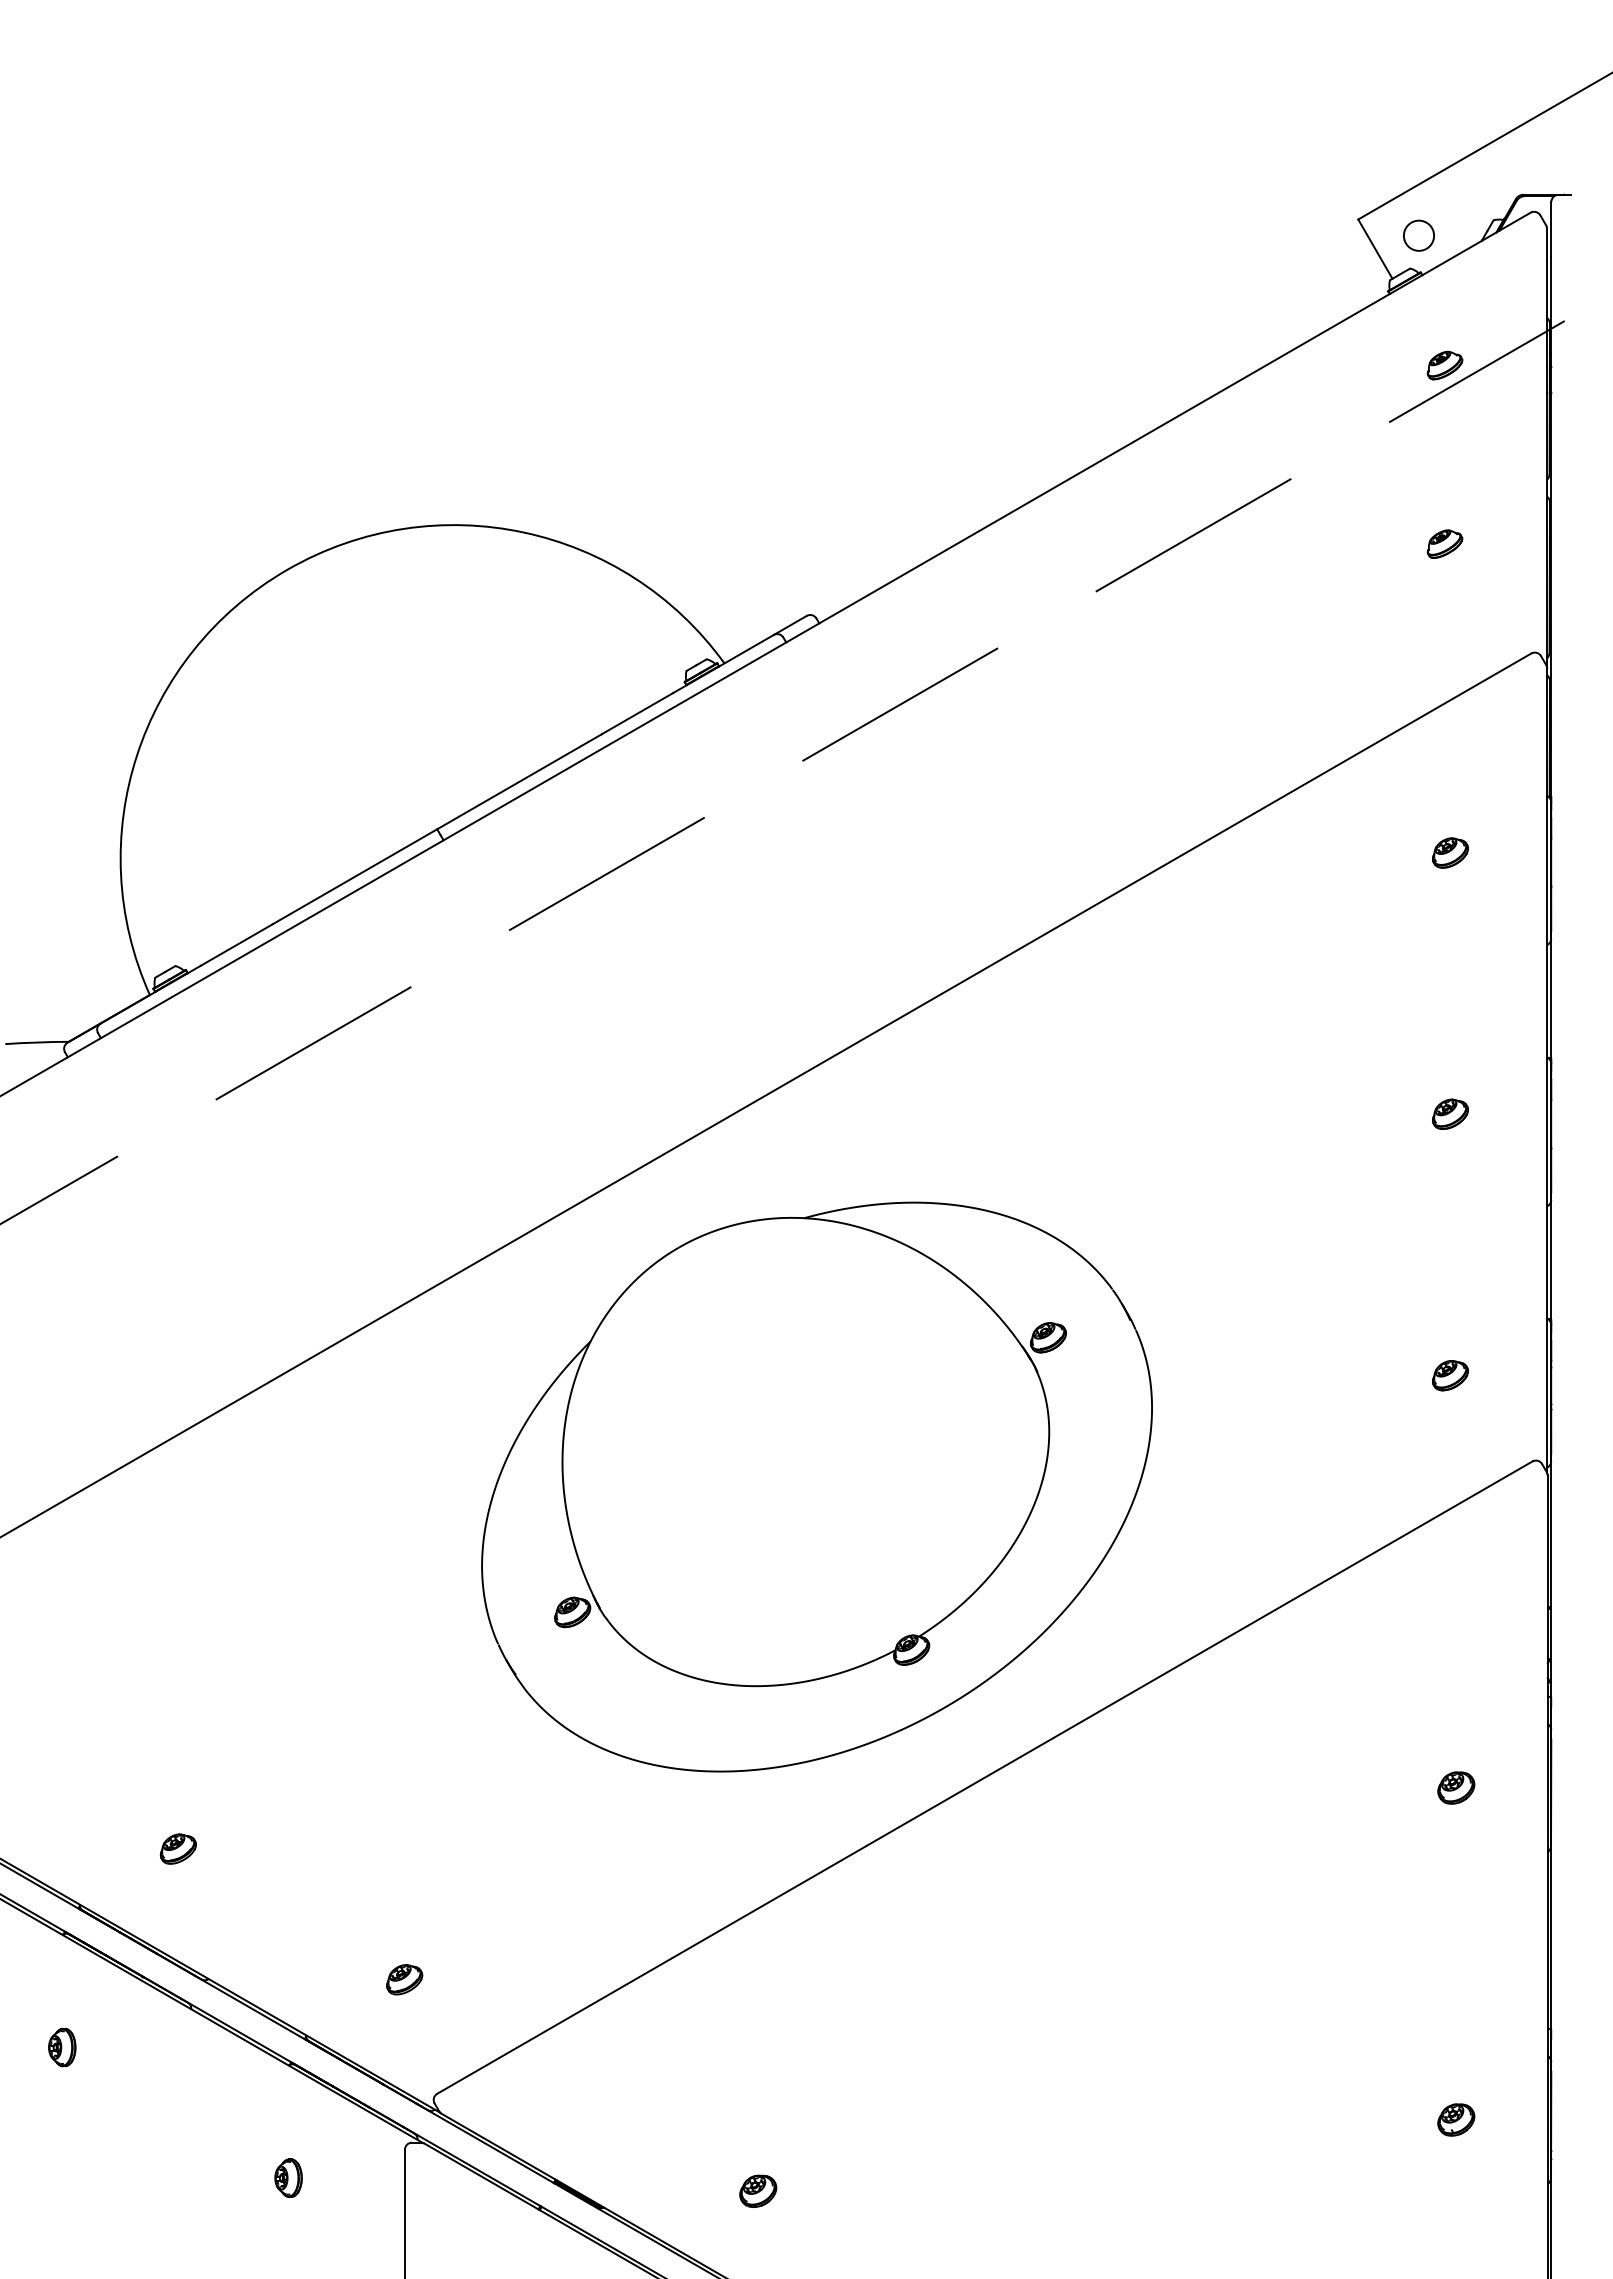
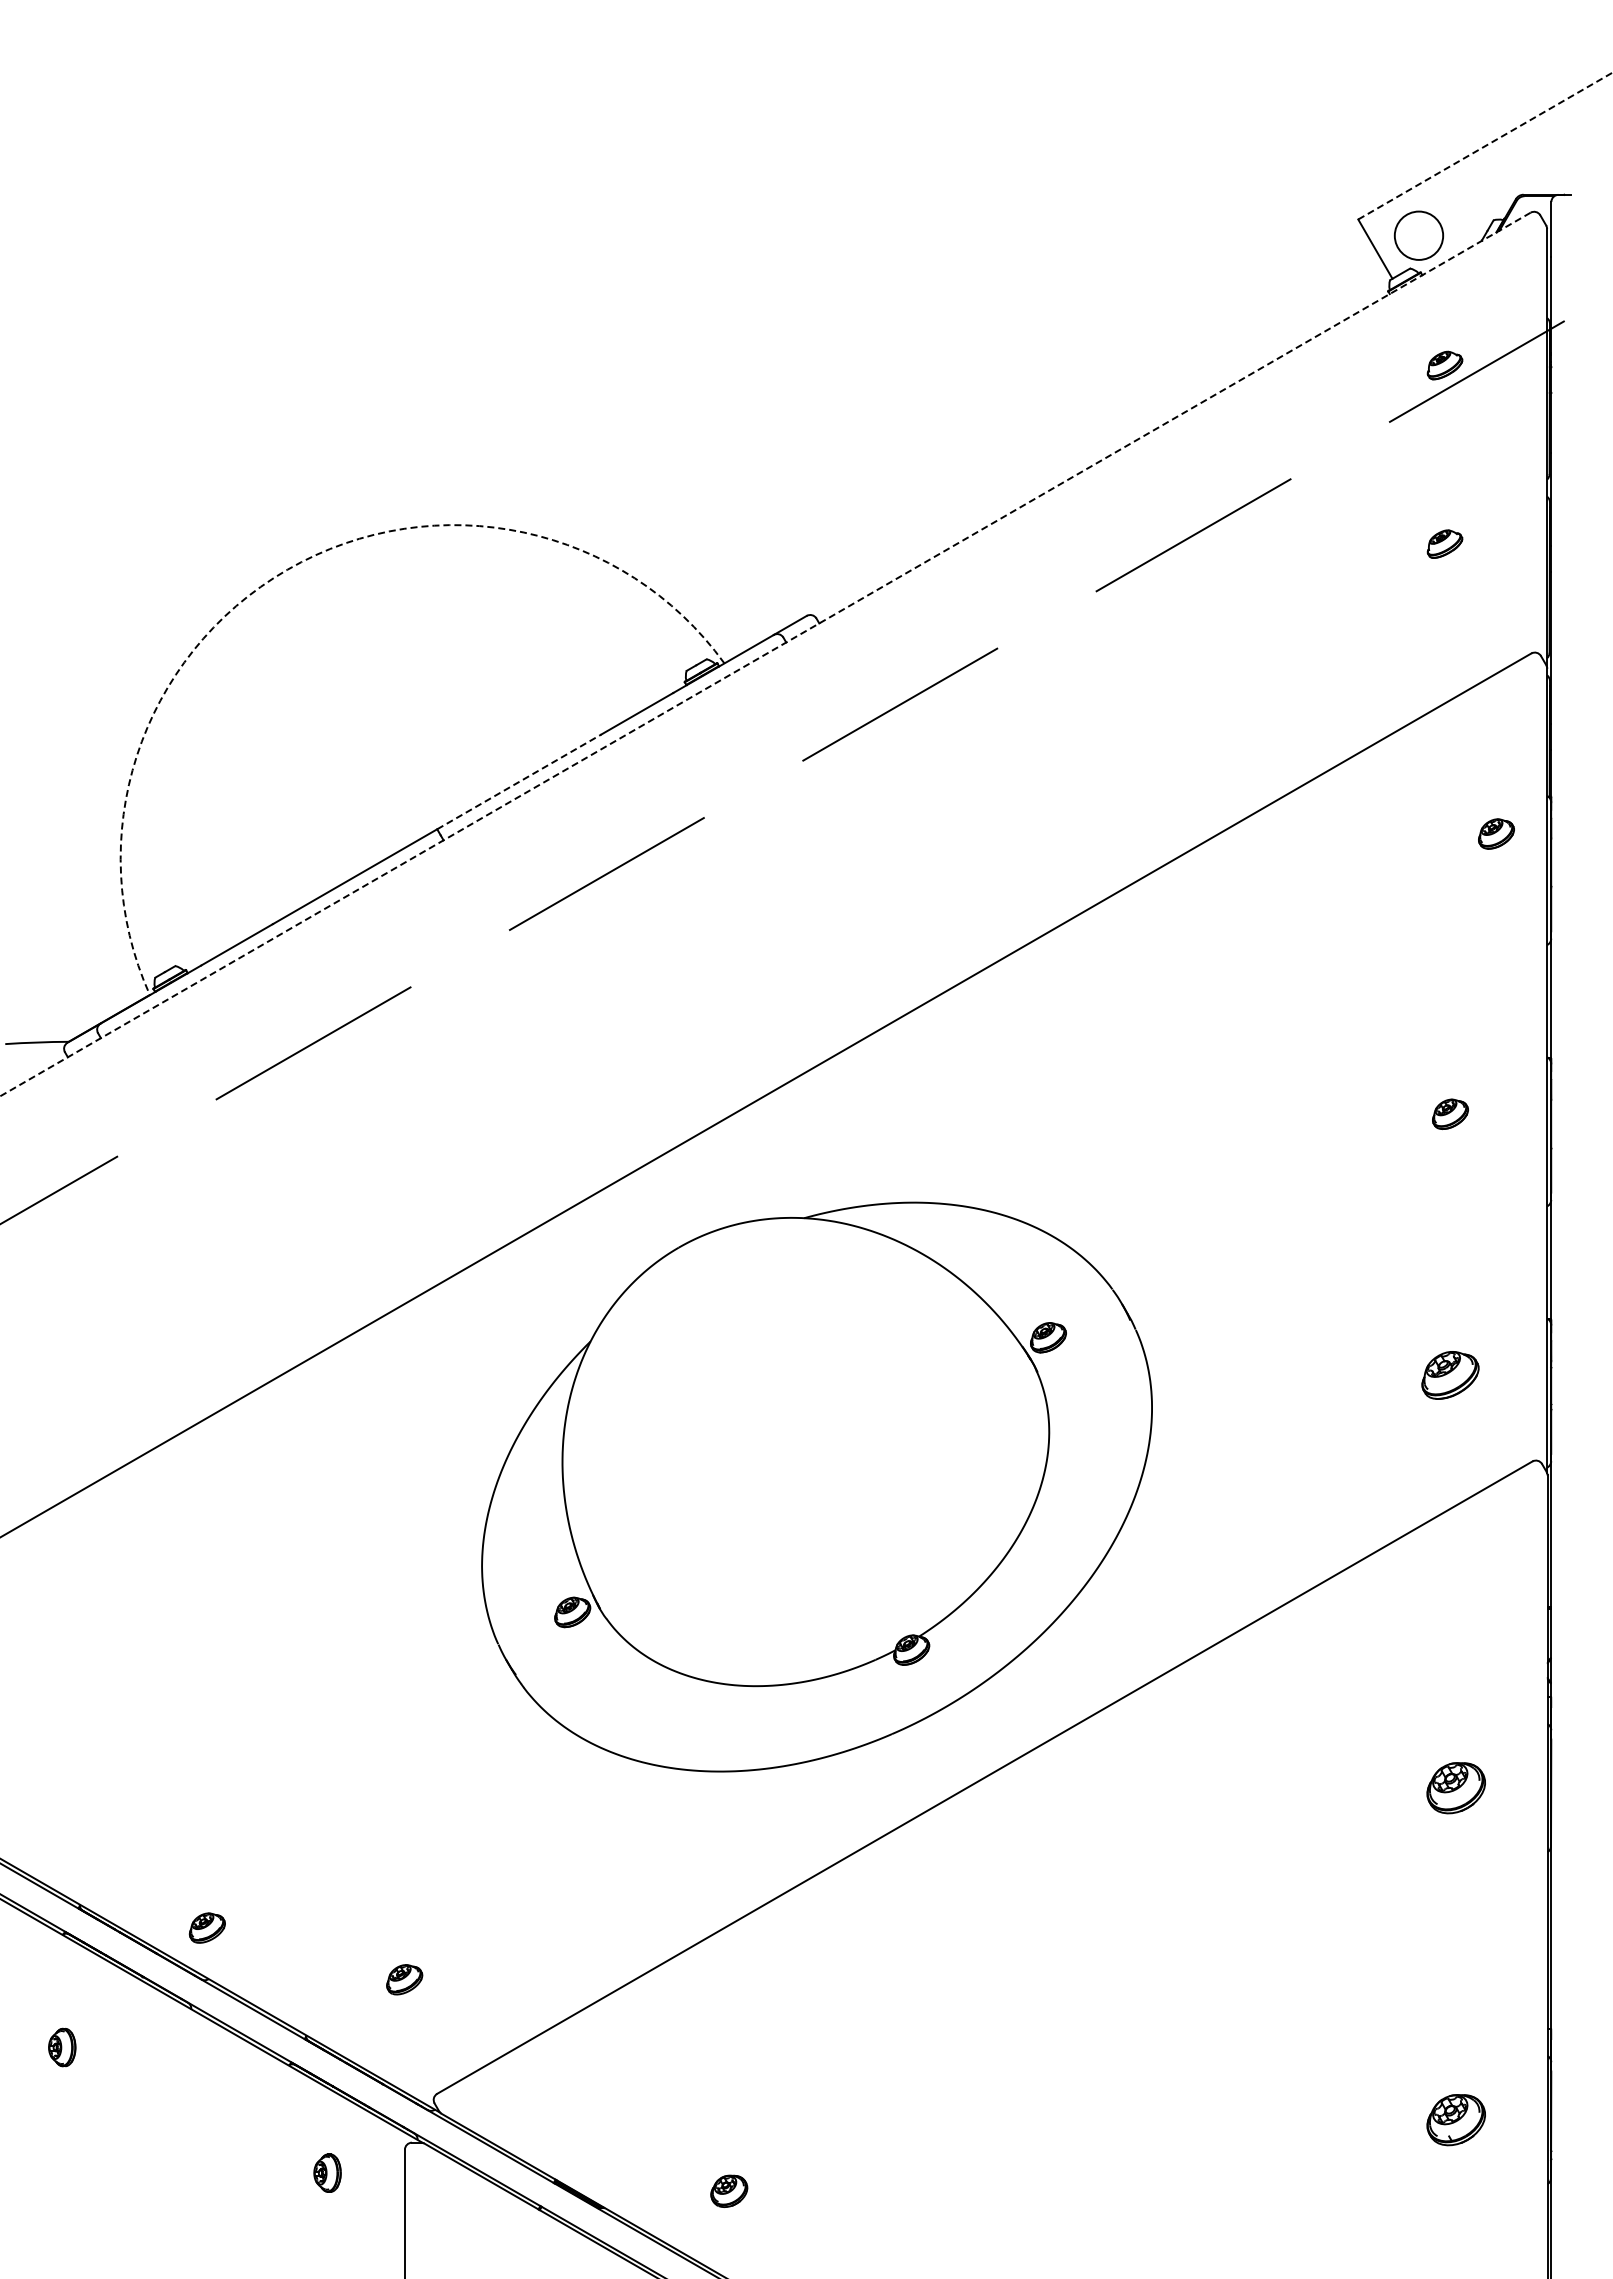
line at (1485, 146): solid -> dashed
circle at (1418, 235) diameter: 30 px -> 48 px
arc at (287, 569): solid -> dashed
line at (765, 654): solid -> dashed
line at (519, 781): solid -> dashed
part at (1450, 852) position: (1450, 852) -> (1496, 833)
part at (1450, 1375) size: 37x32 px -> 59x49 px
part at (1456, 1787) size: 39x34 px -> 60x53 px
part at (177, 1848) position: (177, 1848) -> (206, 1927)
part at (1456, 2119) size: 39x34 px -> 60x53 px
part at (288, 2177) position: (288, 2177) -> (327, 2172)
part at (758, 2190) position: (758, 2190) -> (729, 2190)
